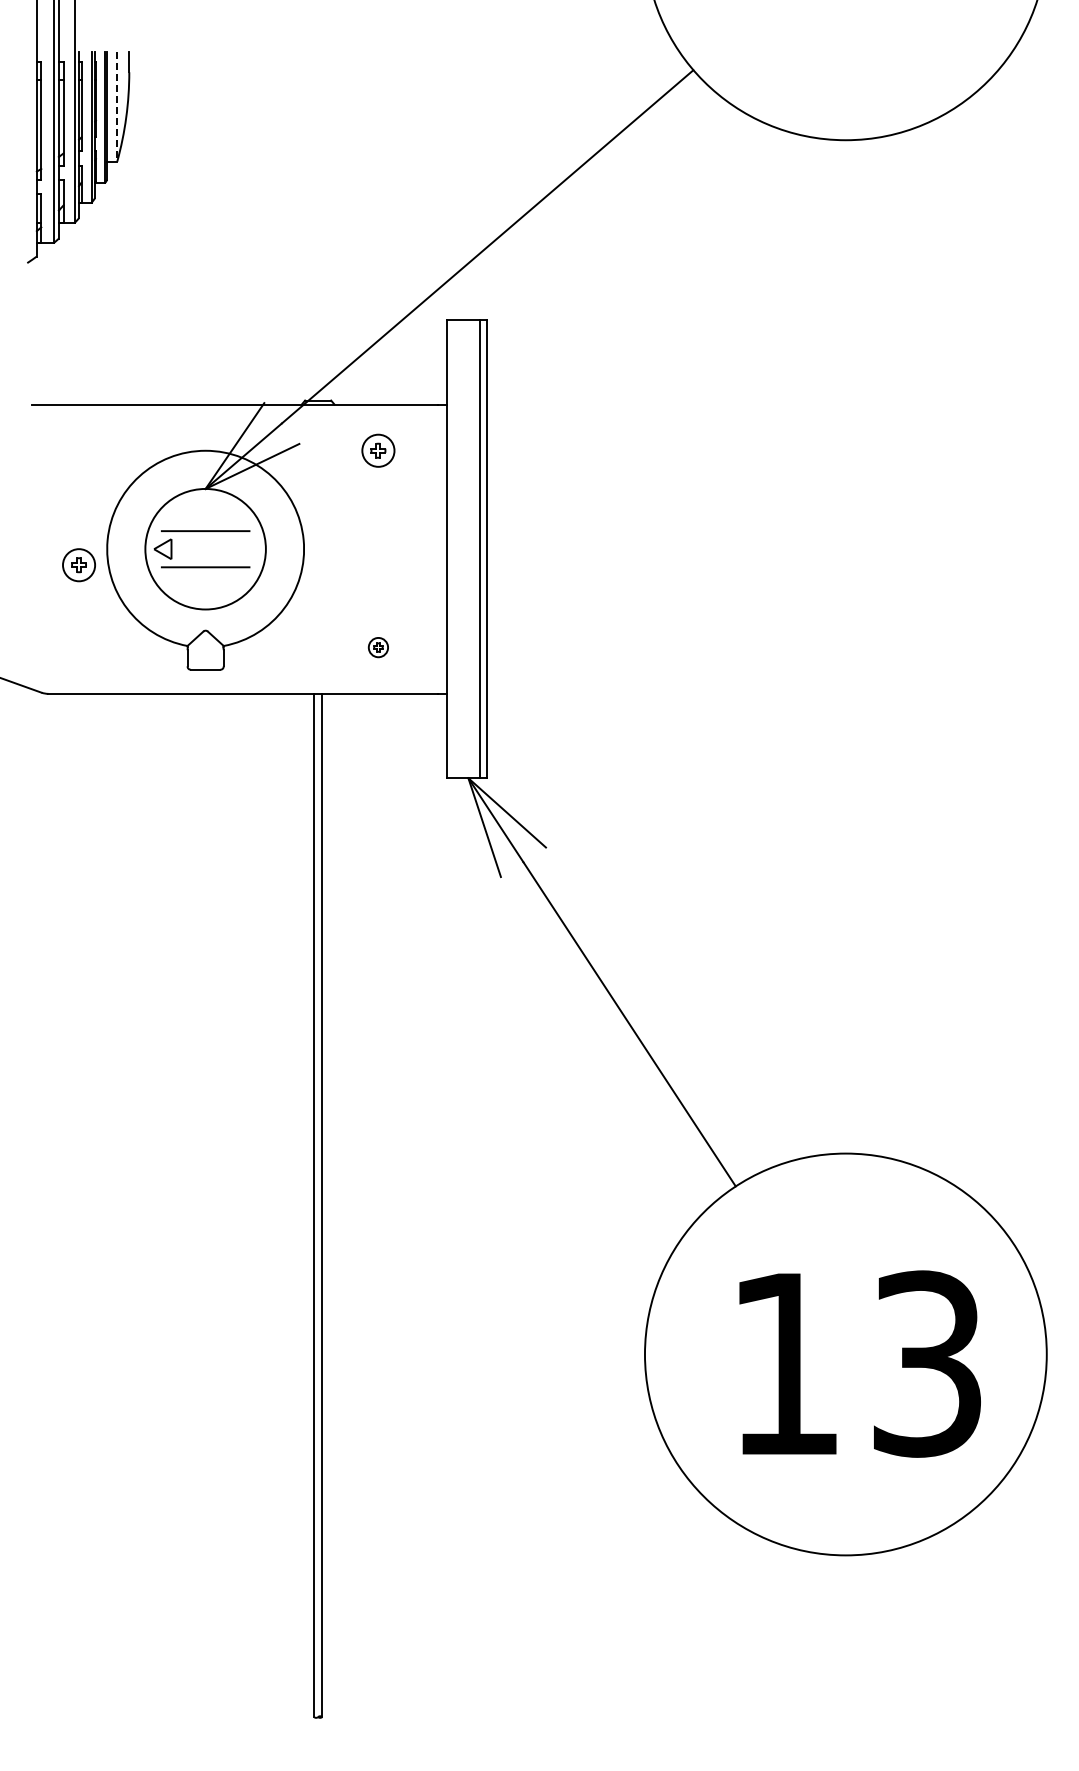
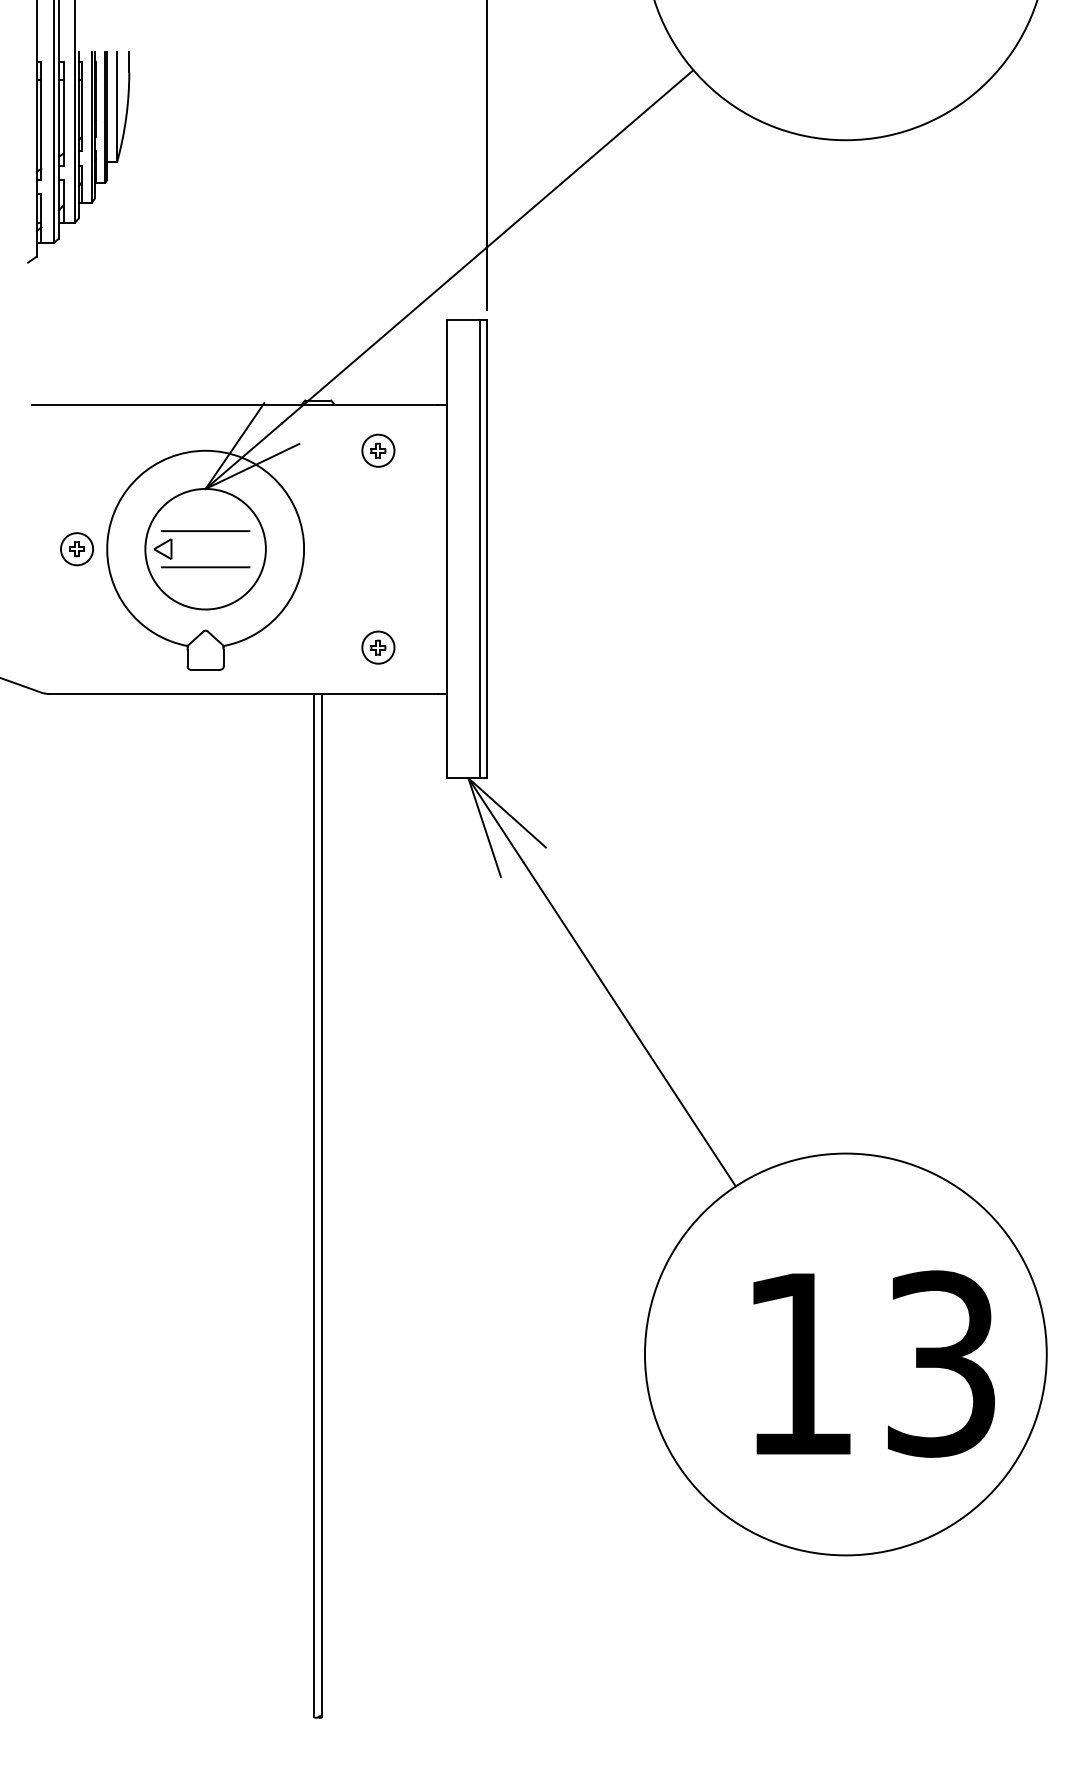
line at (117, 106): dashed -> solid
line at (486, 156): none -> present
part at (78, 565) position: (78, 565) -> (76, 549)
part at (377, 647) size: 22x22 px -> 35x35 px
text at (859, 1363) position: (859, 1363) -> (873, 1363)
